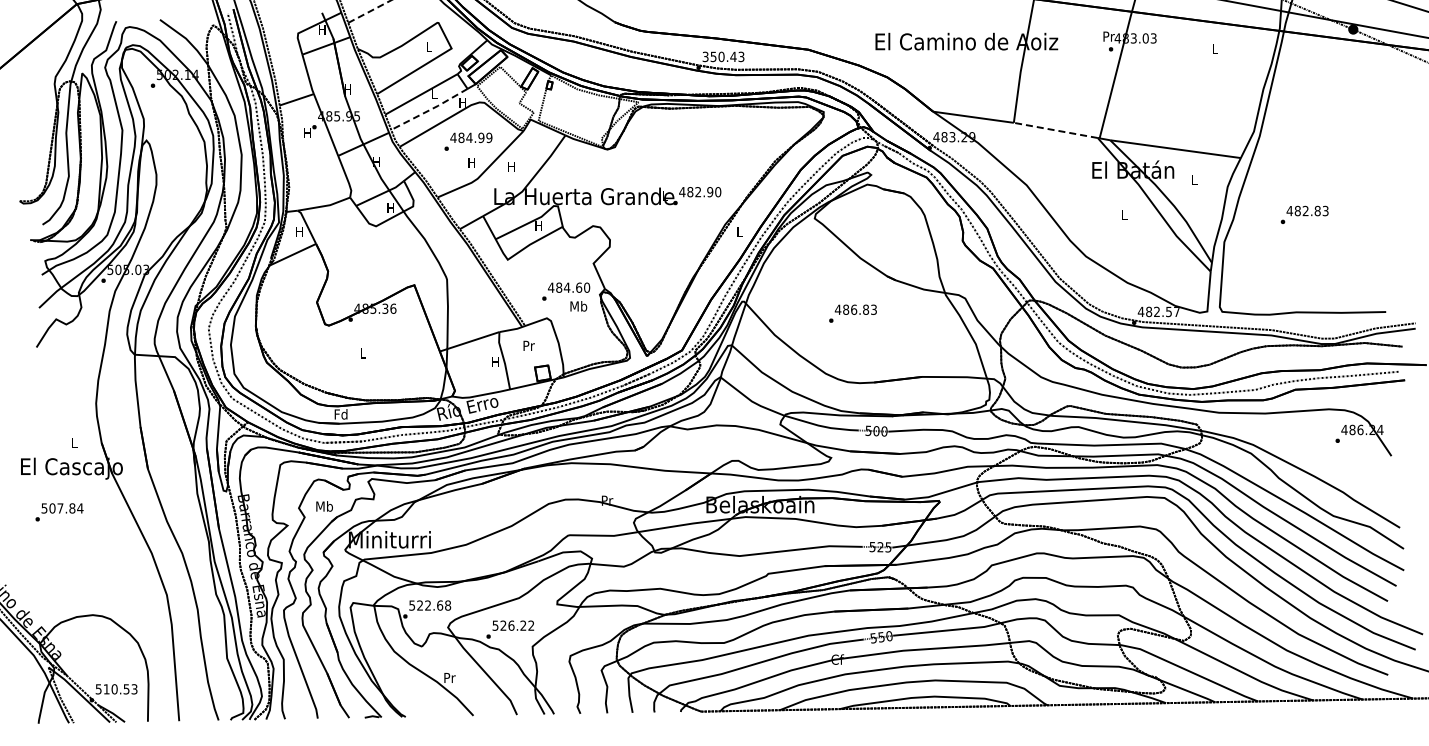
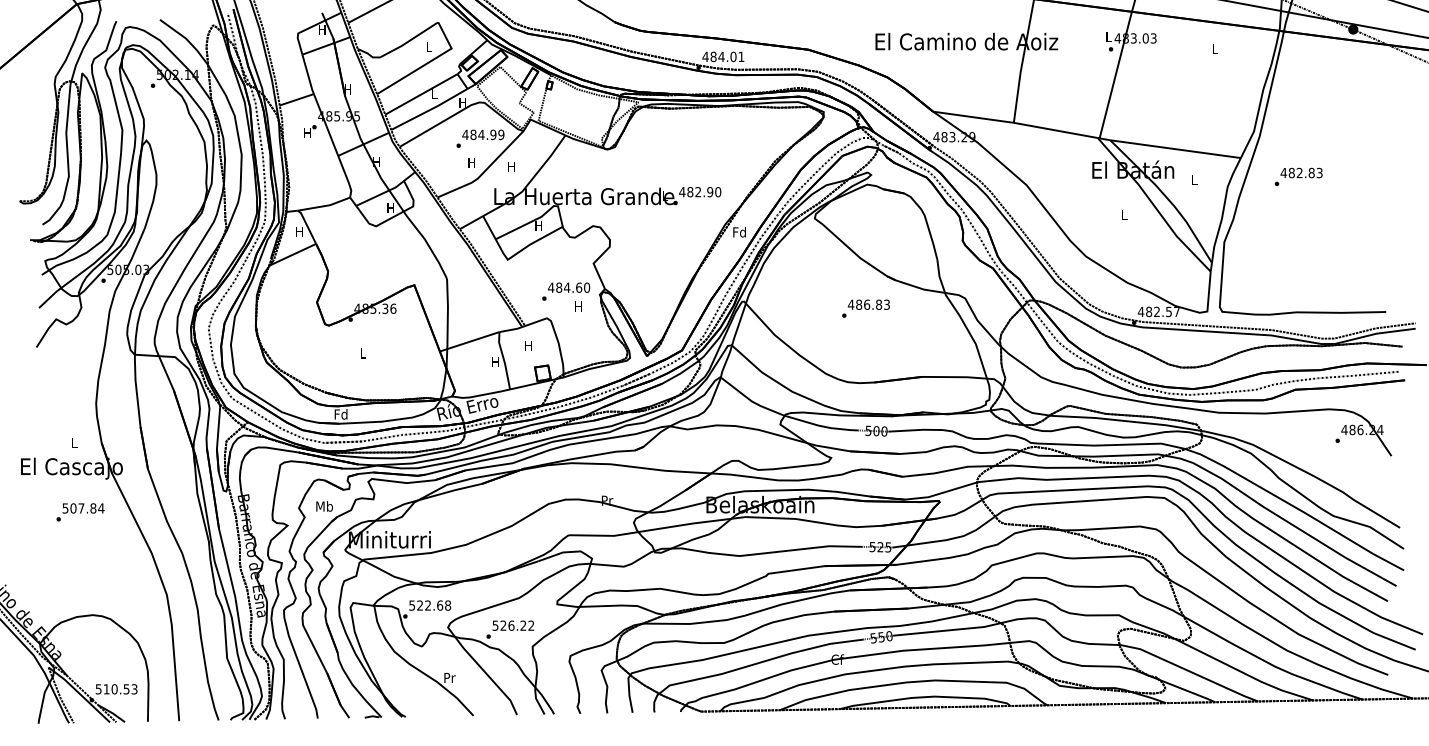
line at (370, 11): dashed -> solid
text at (1108, 36): Pr -> L
text at (723, 56): 350.43 -> 484.01
line at (430, 109): dashed -> solid
line at (1055, 130): dashed -> solid
text at (468, 141) position: (468, 141) -> (480, 138)
text at (1304, 214) position: (1304, 214) -> (1298, 176)
text at (739, 231): L -> Fd
text at (578, 306): Mb -> H
text at (852, 313) position: (852, 313) -> (865, 308)
text at (528, 345): Pr -> H
text at (59, 512) position: (59, 512) -> (80, 512)
